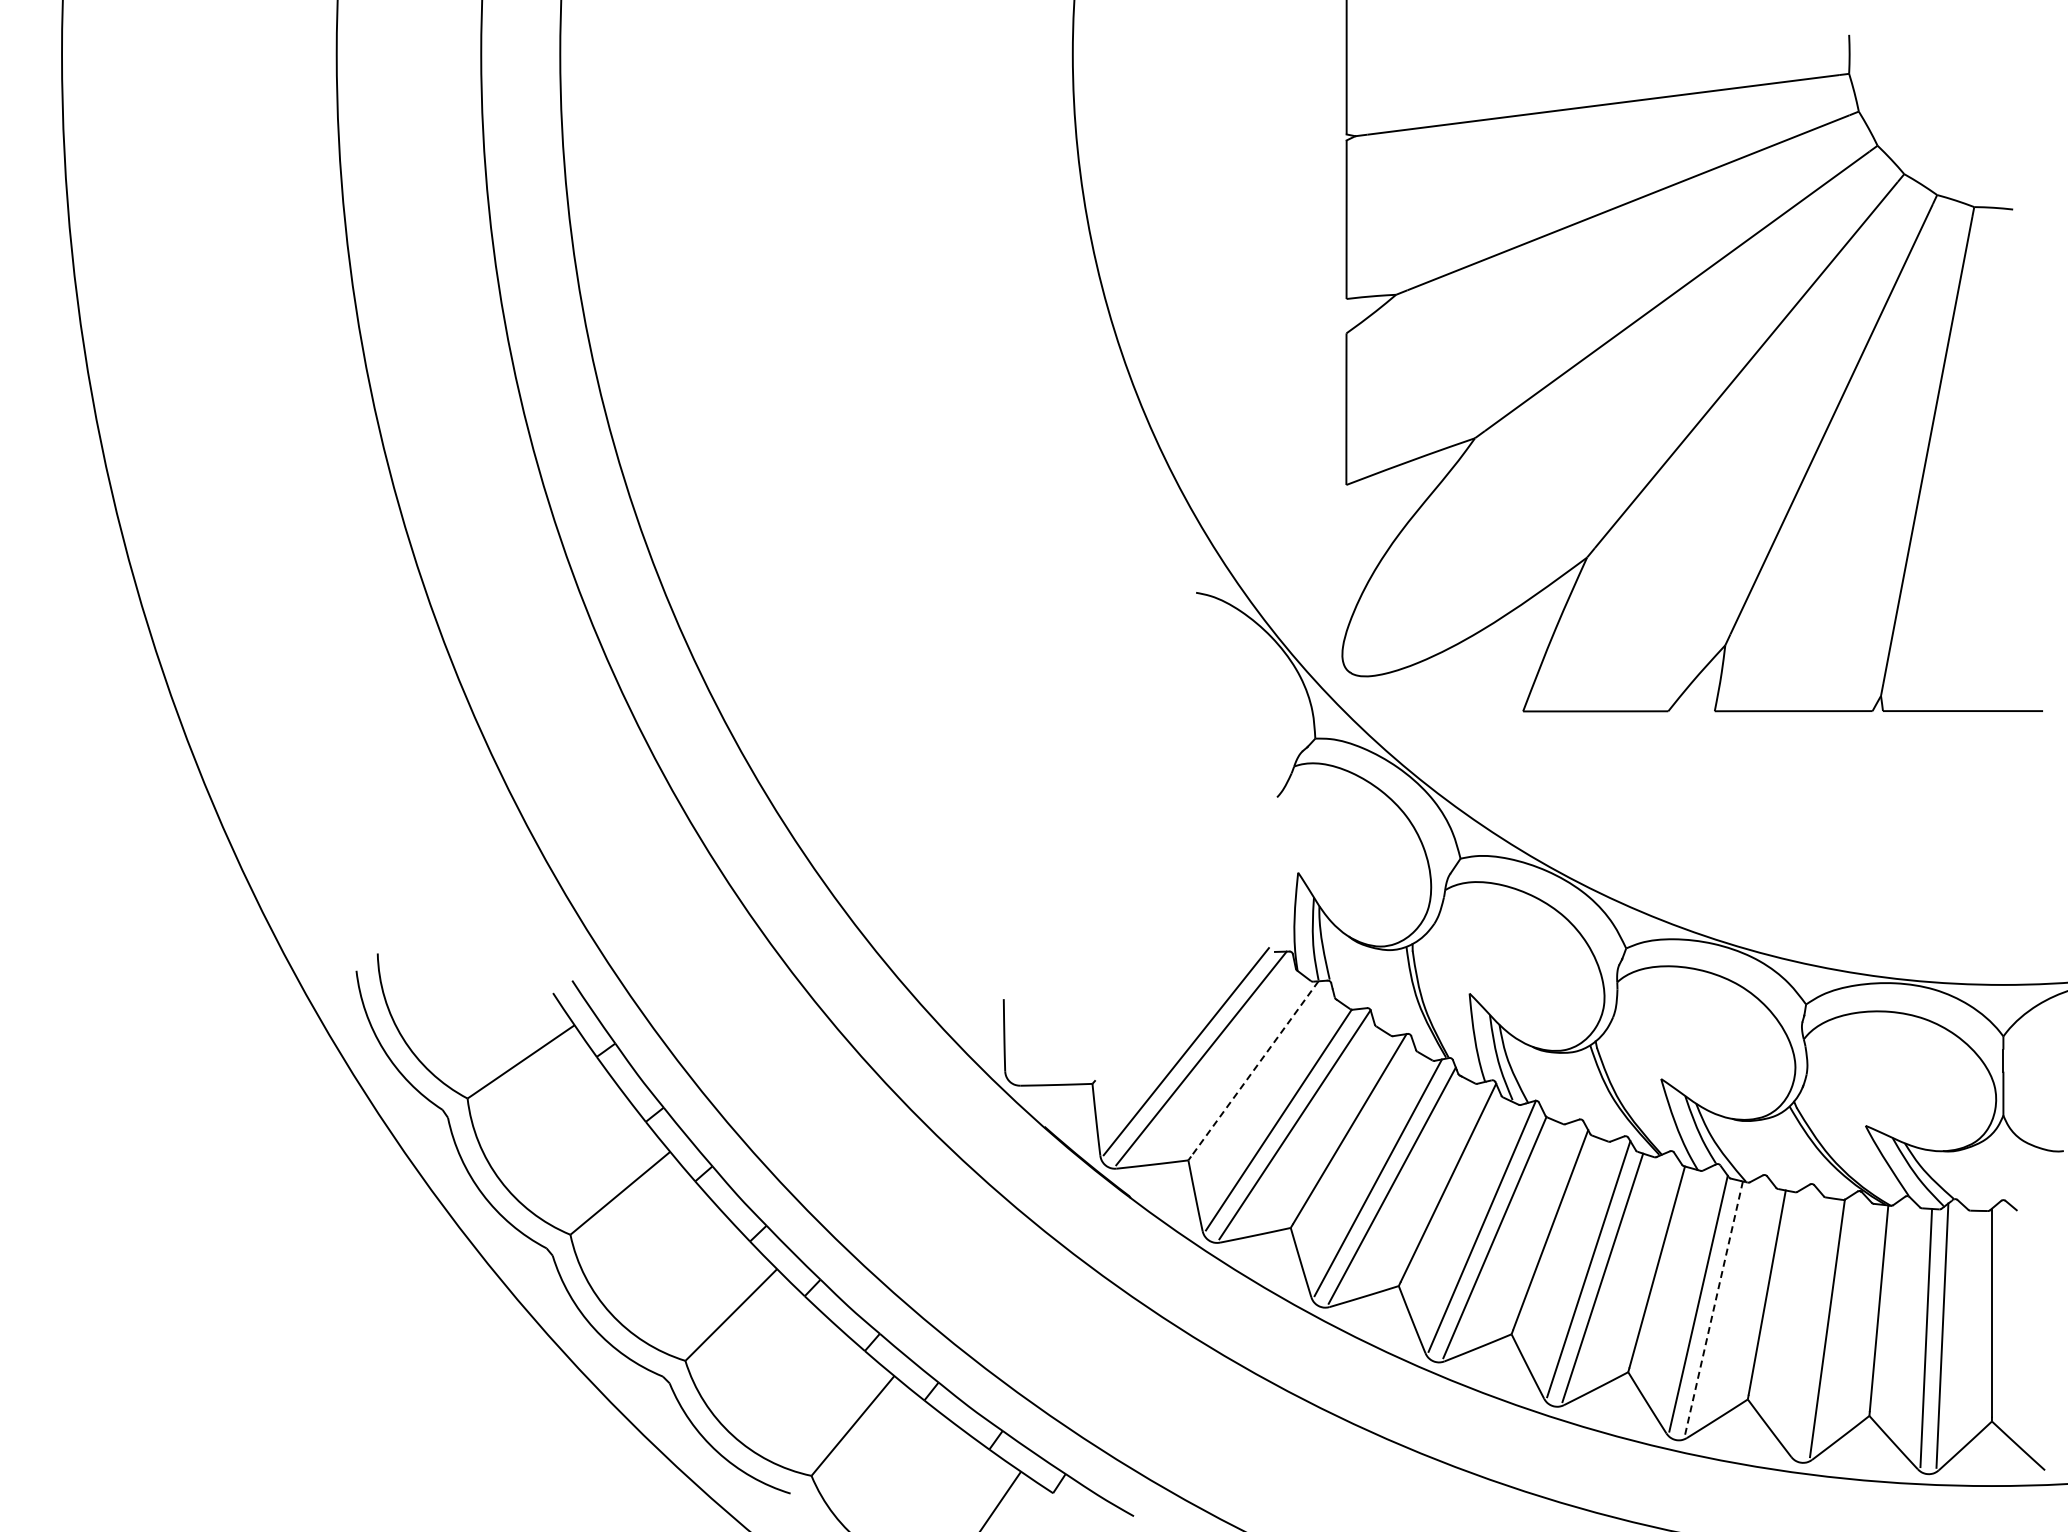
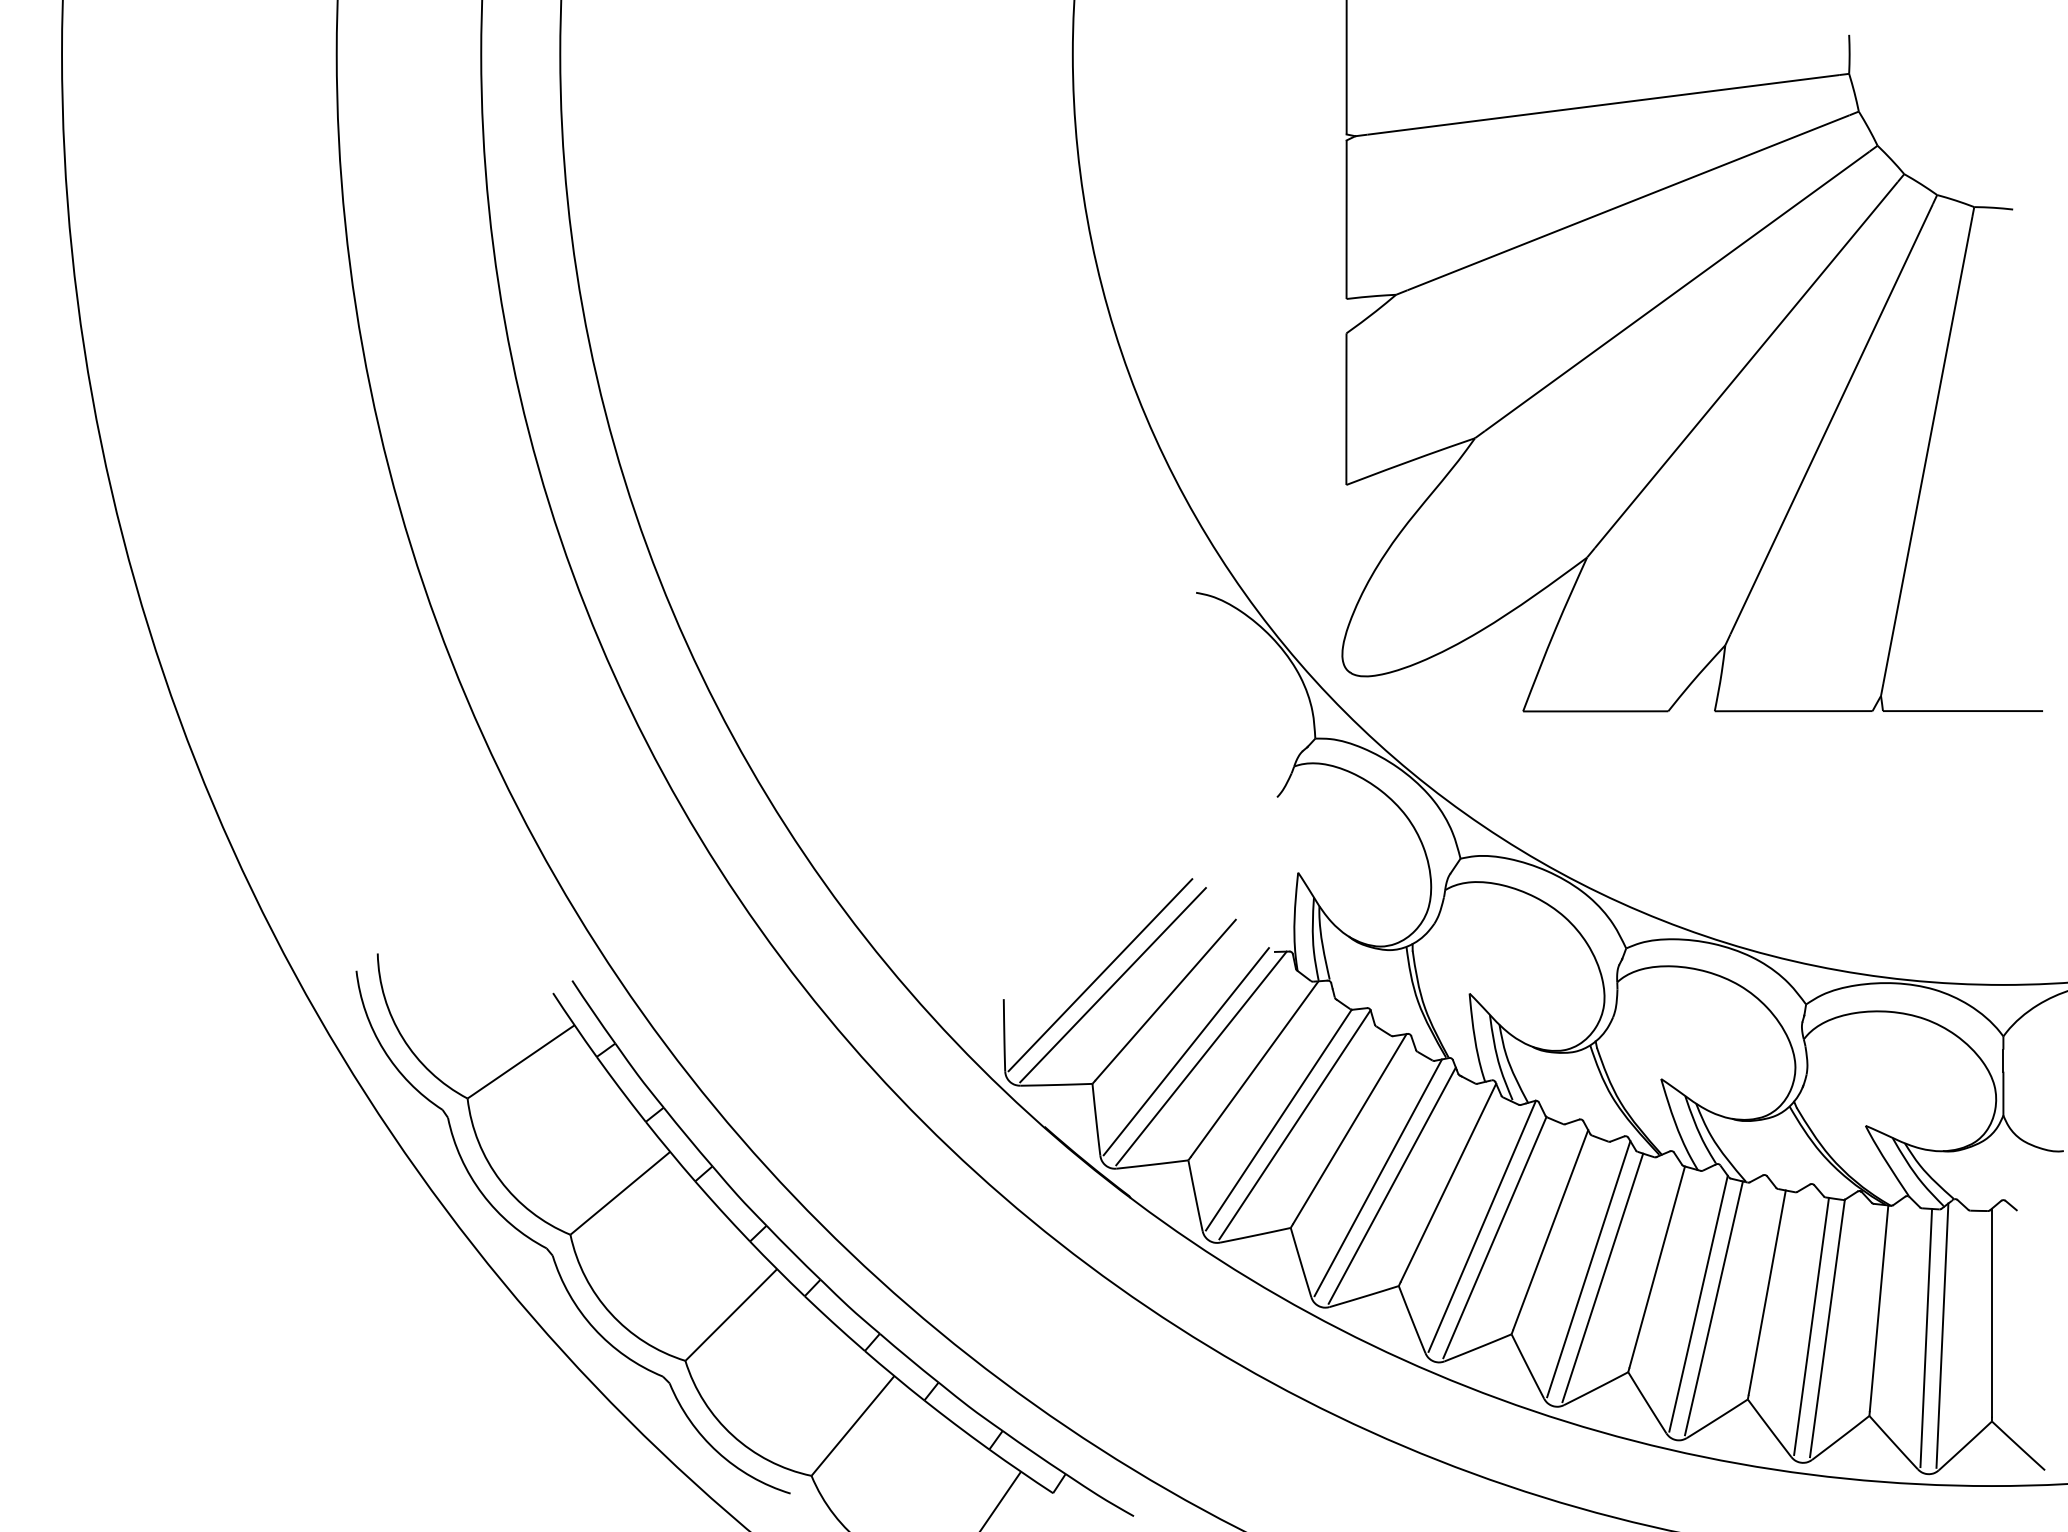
line at (1100, 975): none -> present
line at (1112, 985): none -> present
line at (1165, 999): none -> present
line at (1254, 1069): dashed -> solid
line at (1713, 1308): dashed -> solid
line at (1811, 1326): none -> present
